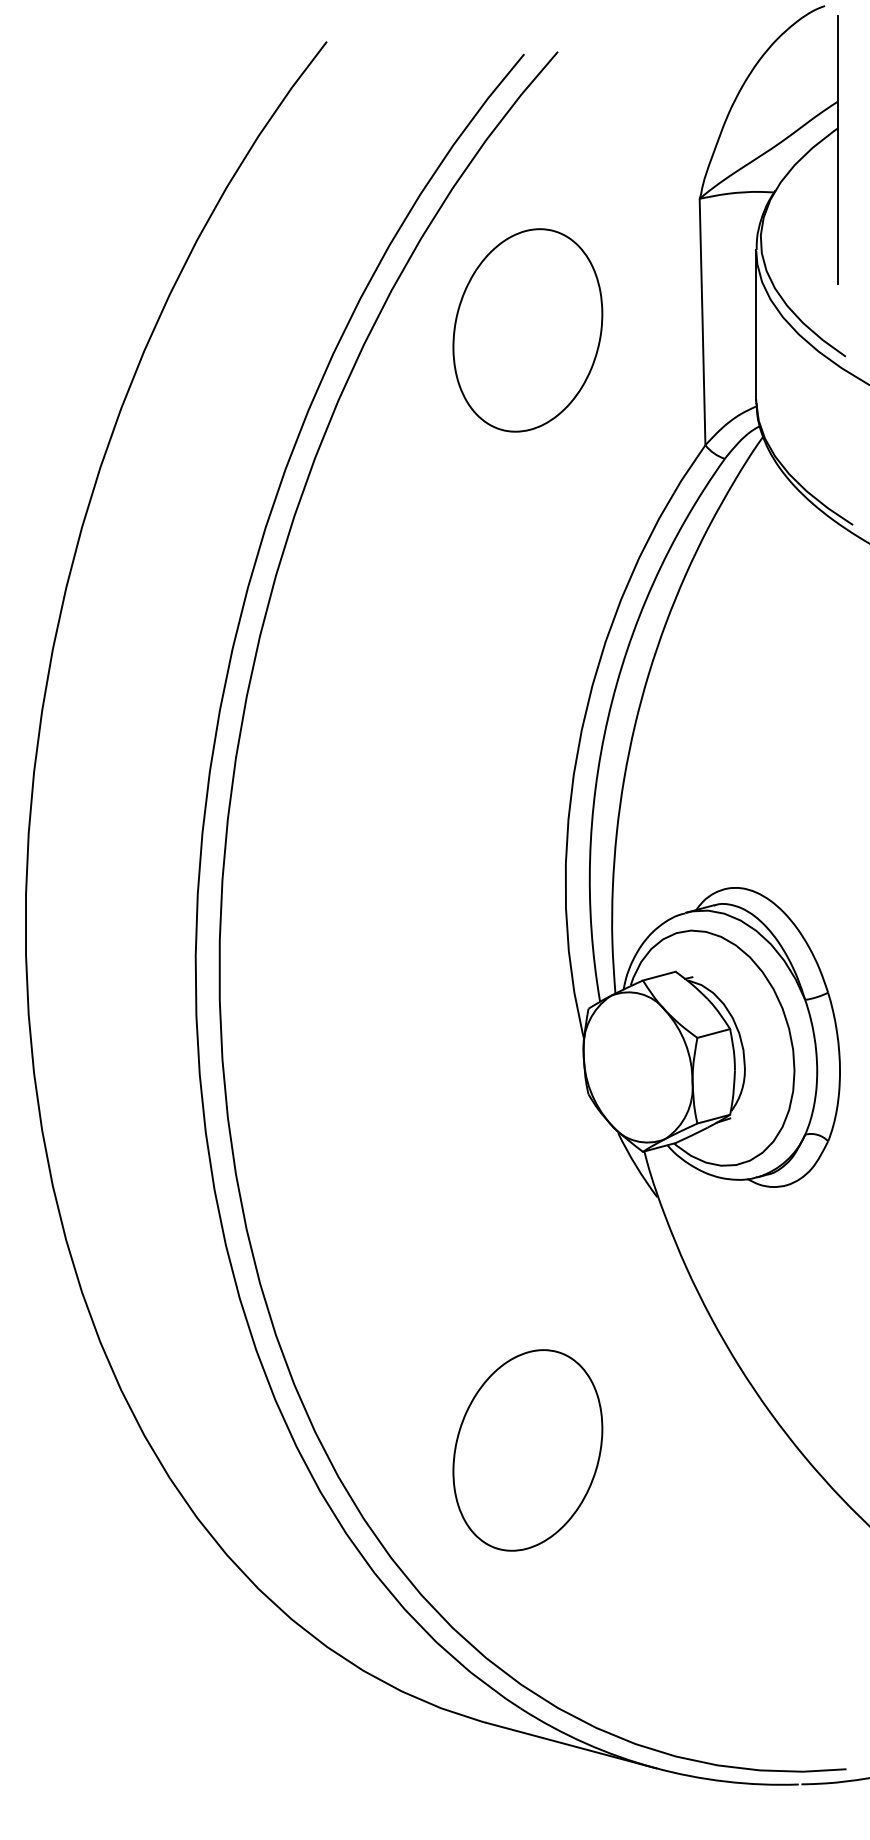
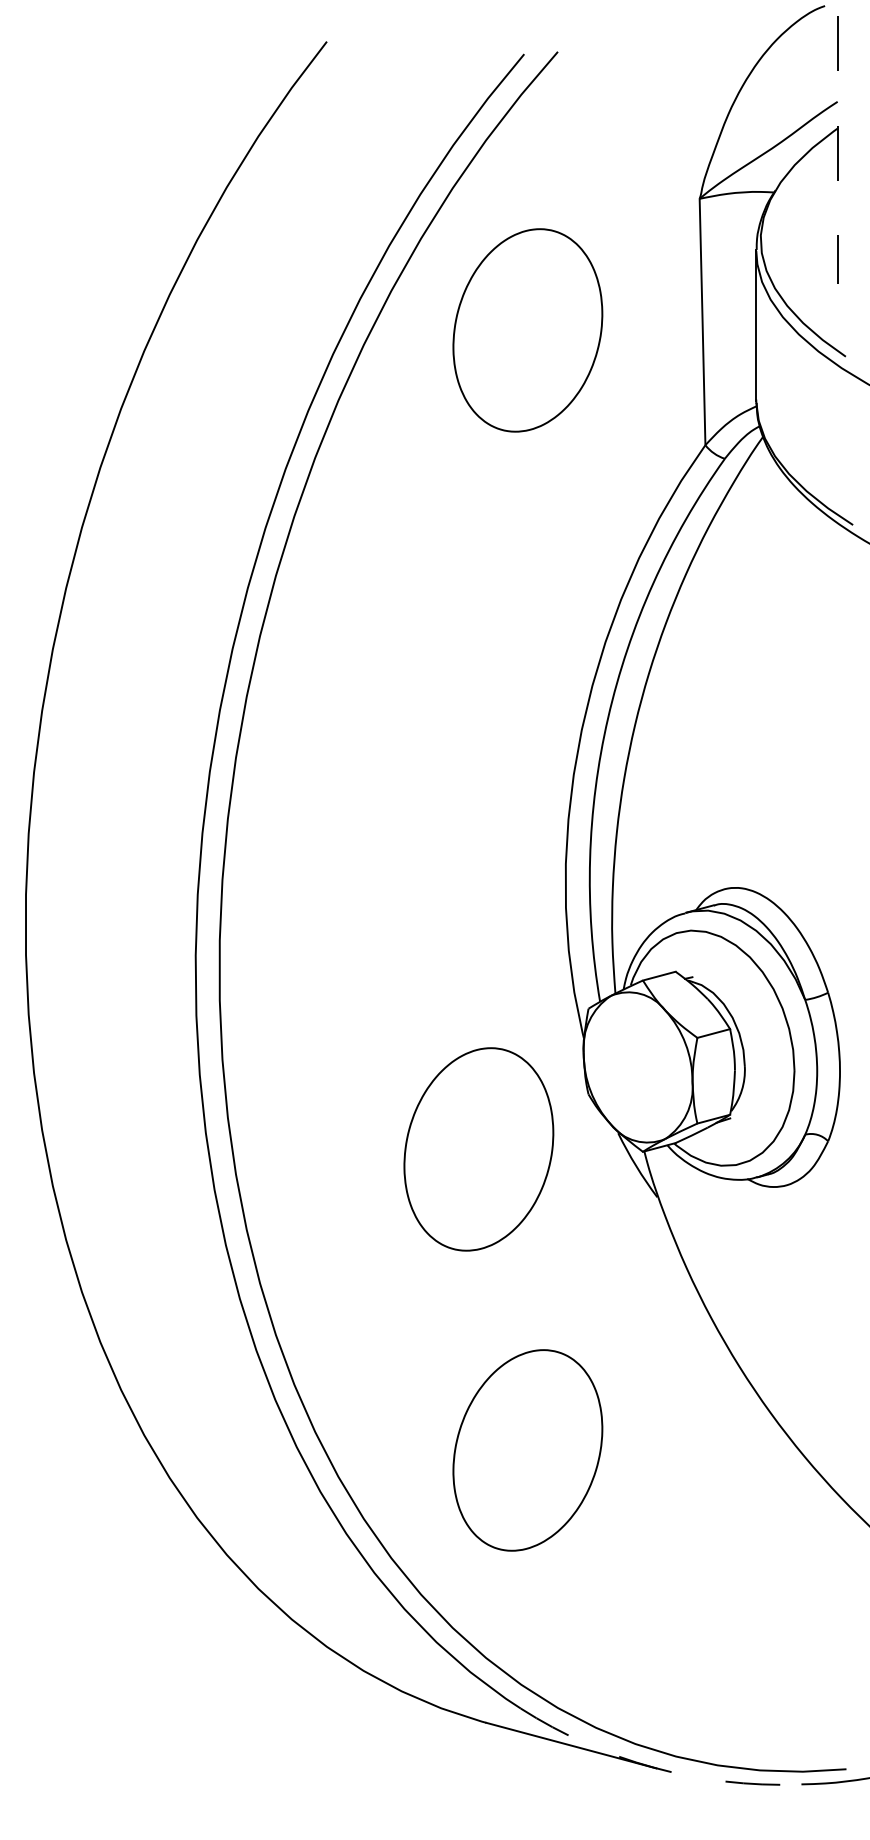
line at (837, 149): solid -> dashed
part at (478, 1149): none -> present
arc at (654, 1767): solid -> dashed
